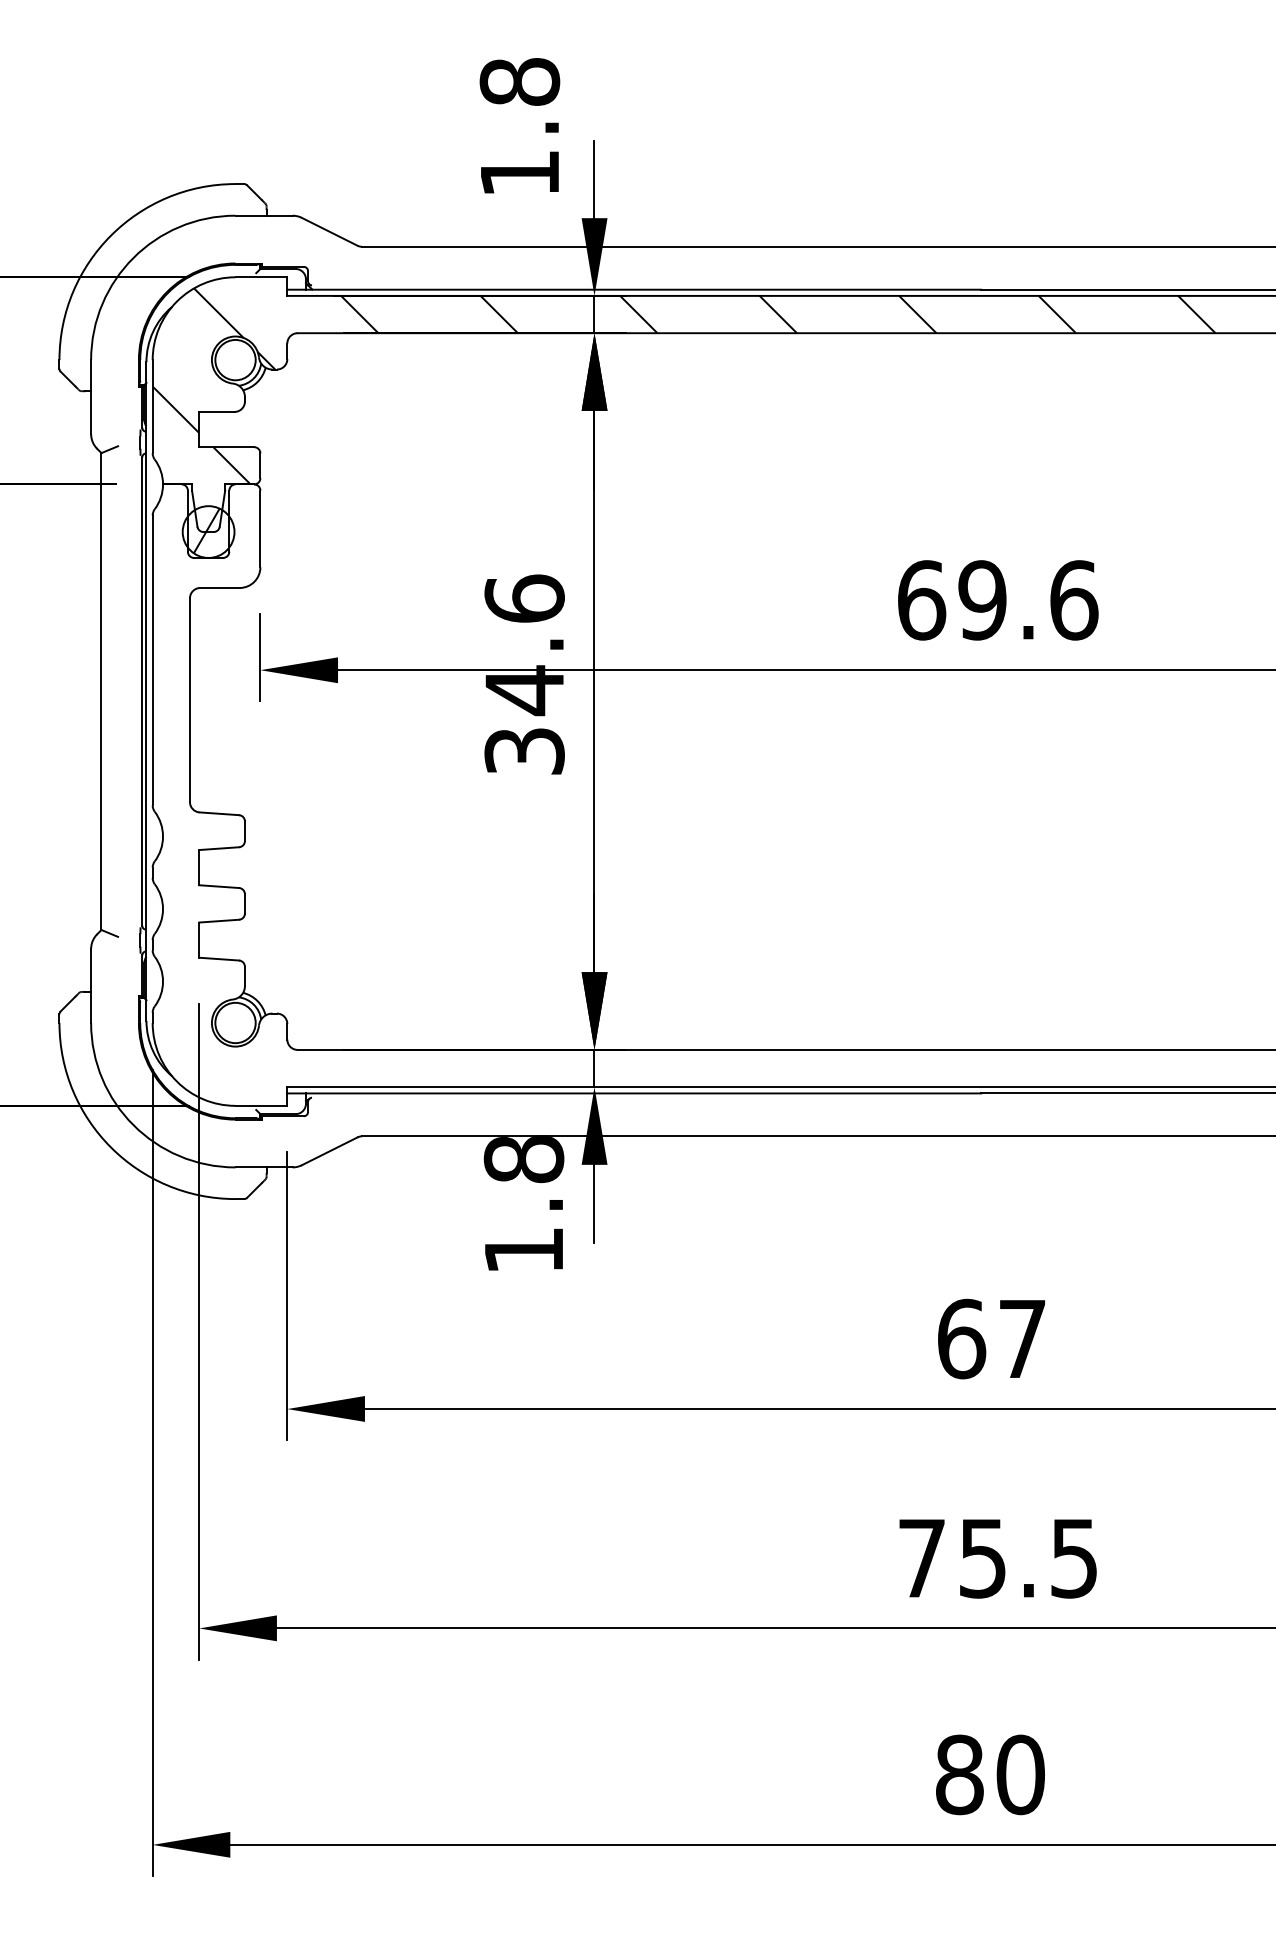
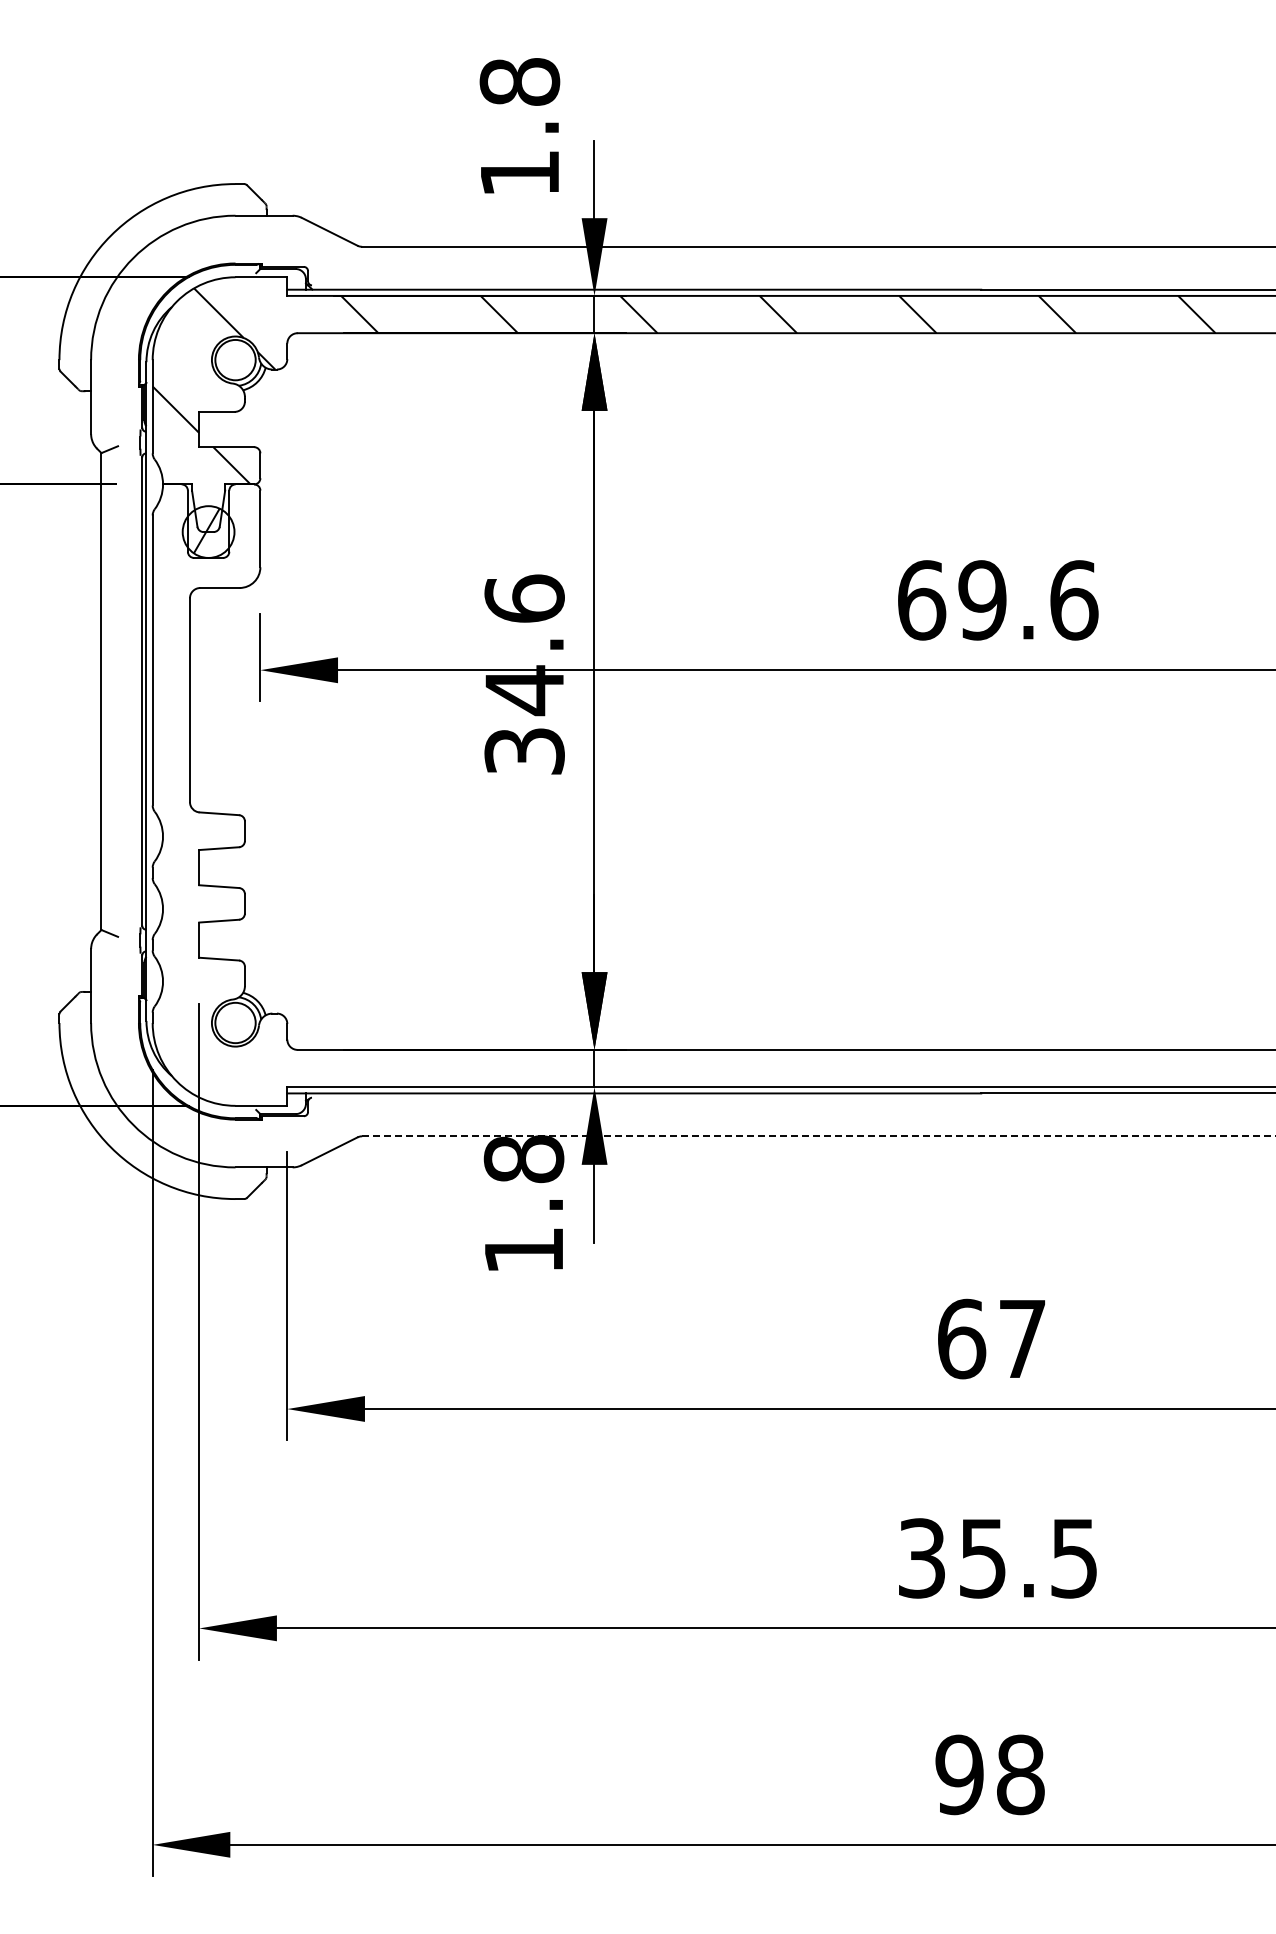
line at (818, 1136): solid -> dashed
text at (921, 1558): 75.5 -> 35.5
text at (989, 1774): 80 -> 98
